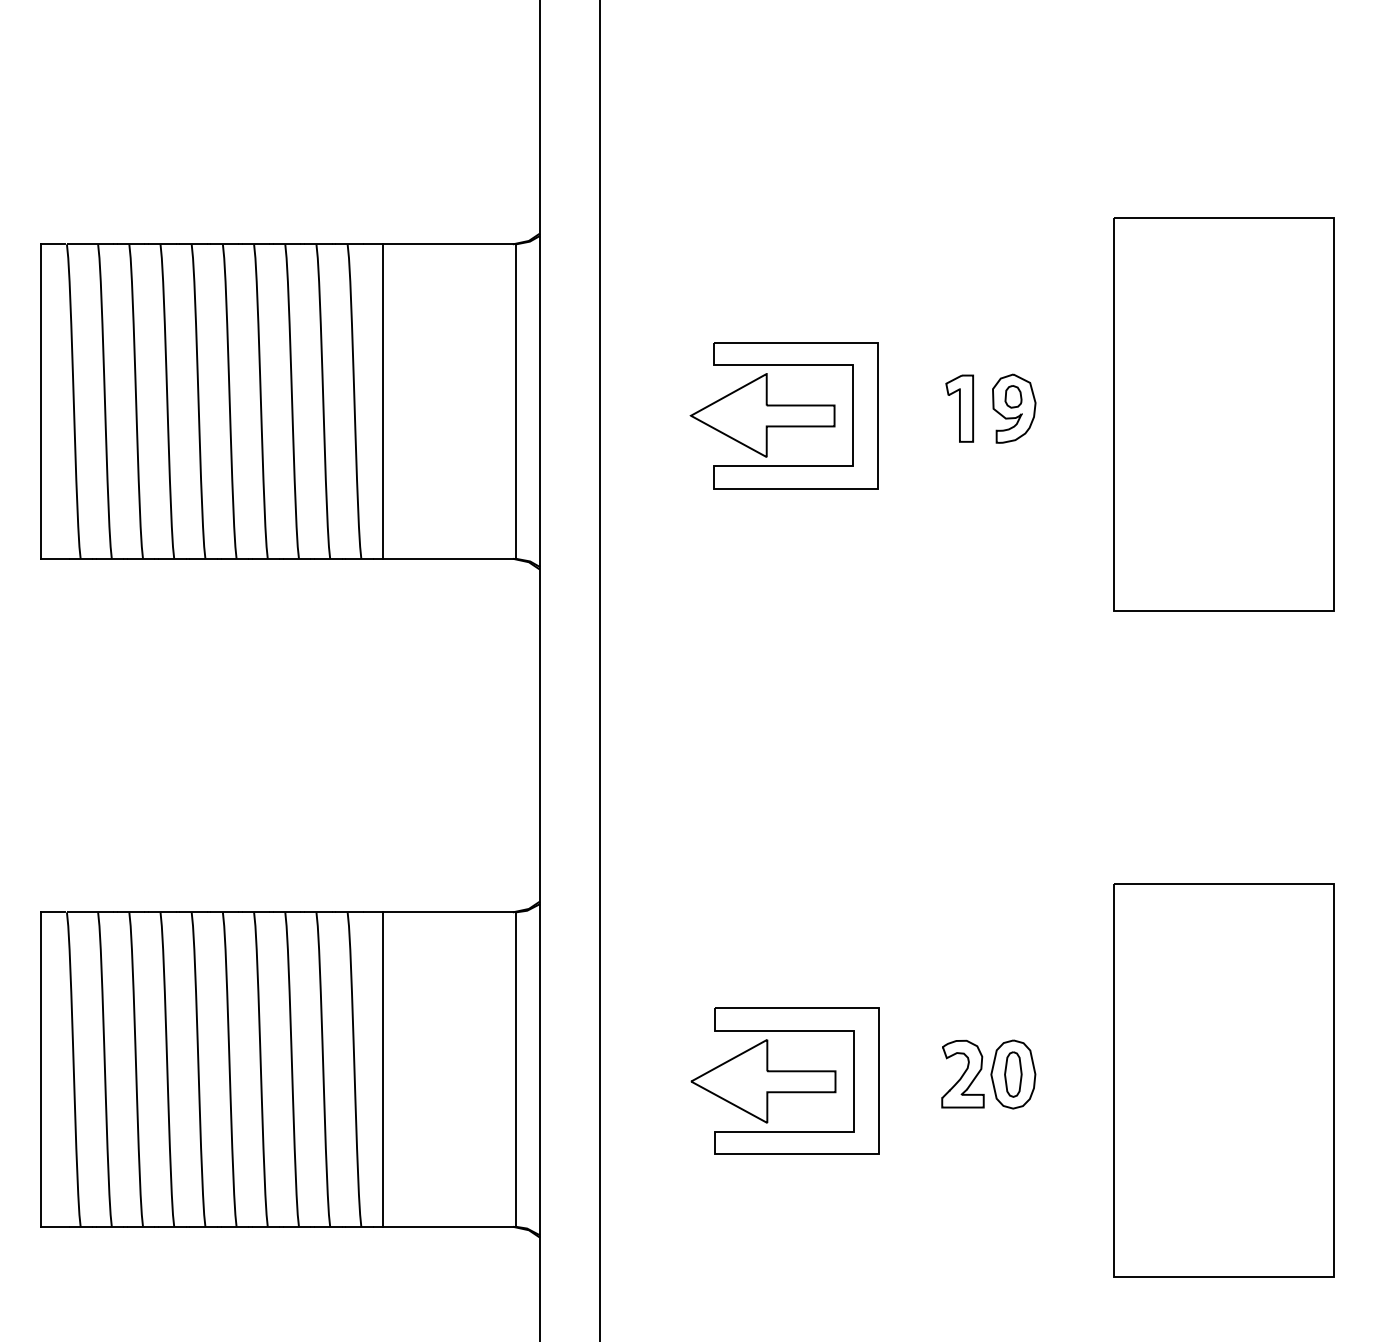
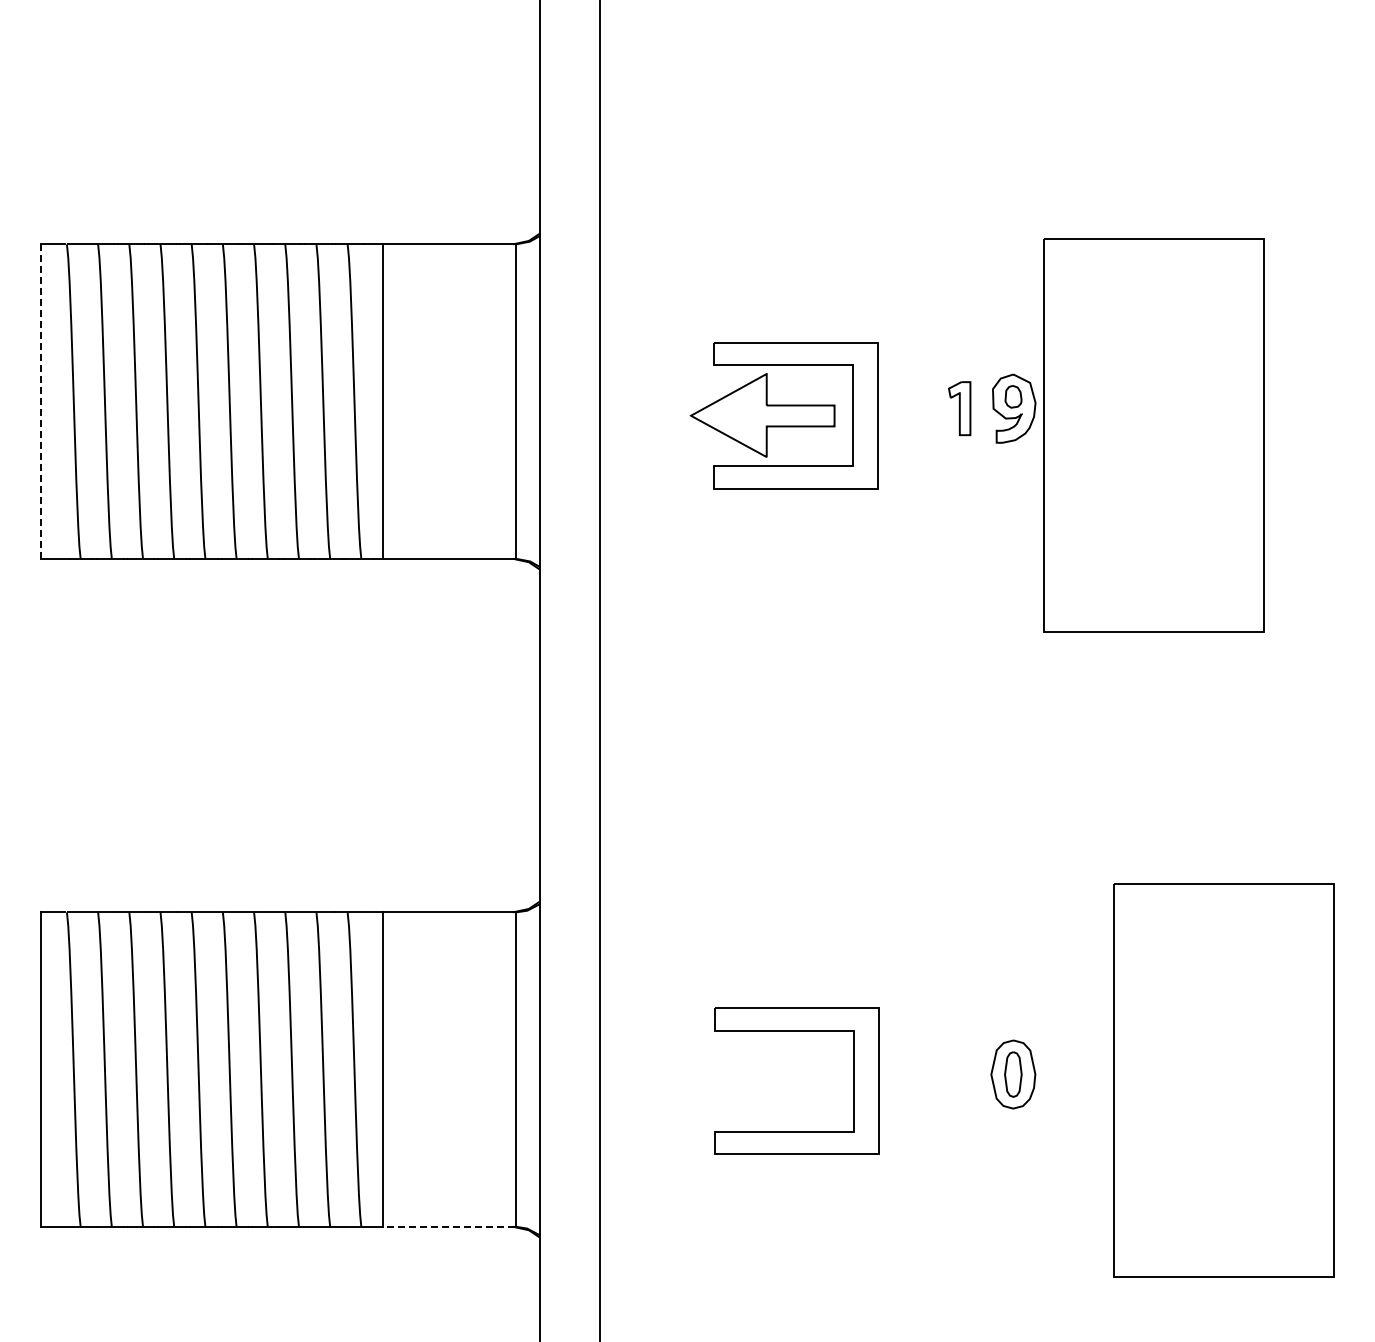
line at (41, 401): solid -> dashed
part at (959, 408) size: 29x69 px -> 24x56 px
part at (1223, 414) position: (1223, 414) -> (1153, 435)
part at (962, 1073): present -> none
part at (763, 1081): present -> none
line at (448, 1226): solid -> dashed
